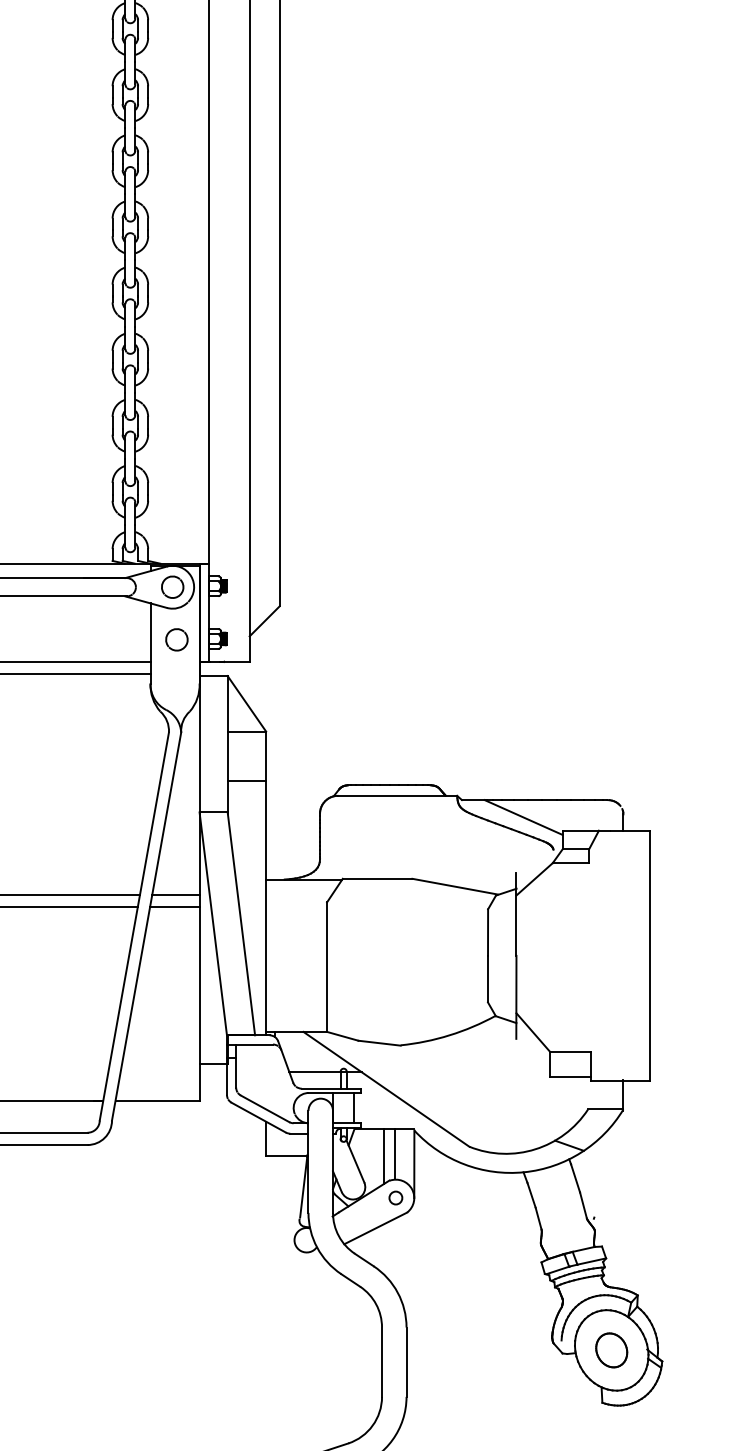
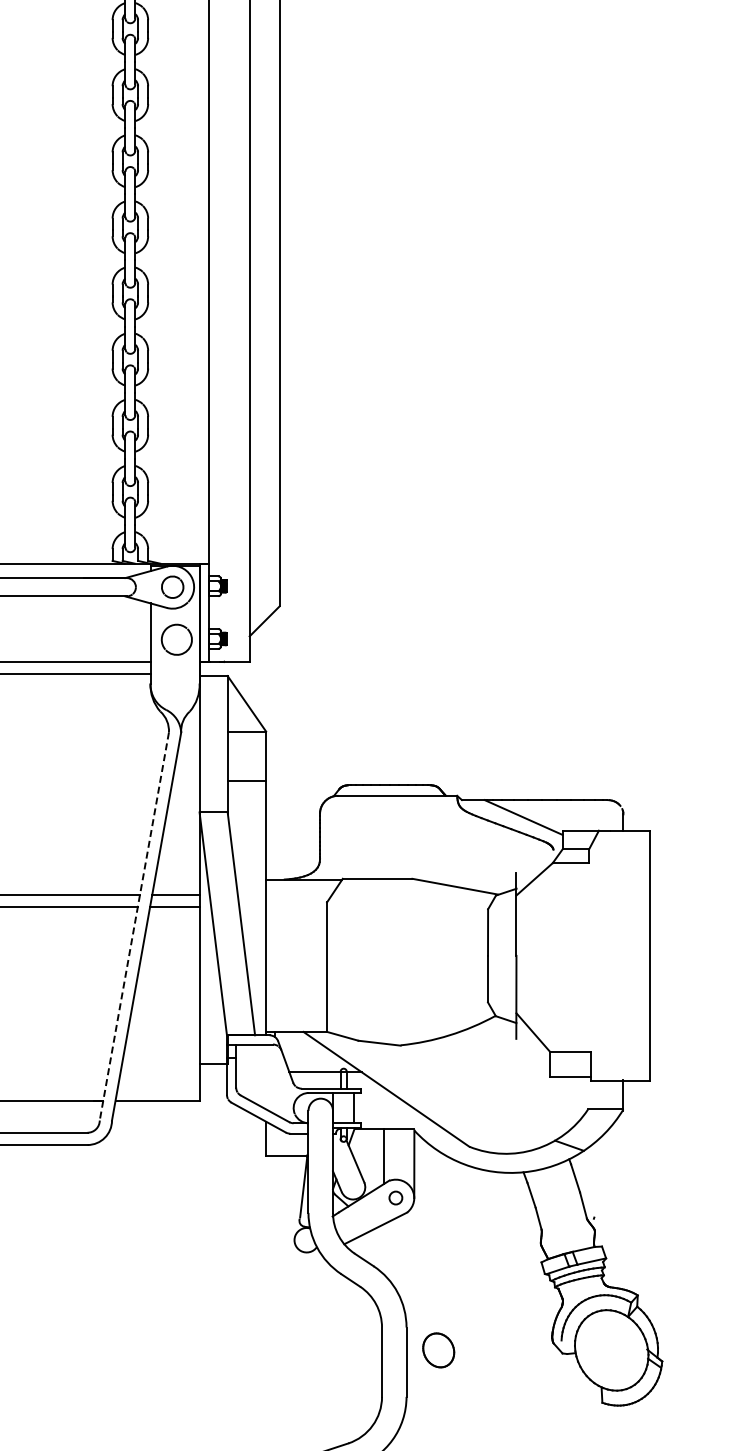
part at (176, 639) size: 24x24 px -> 33x33 px
line at (134, 927): solid -> dashed
line at (394, 1154): present -> none
part at (611, 1350) position: (611, 1350) -> (438, 1350)
